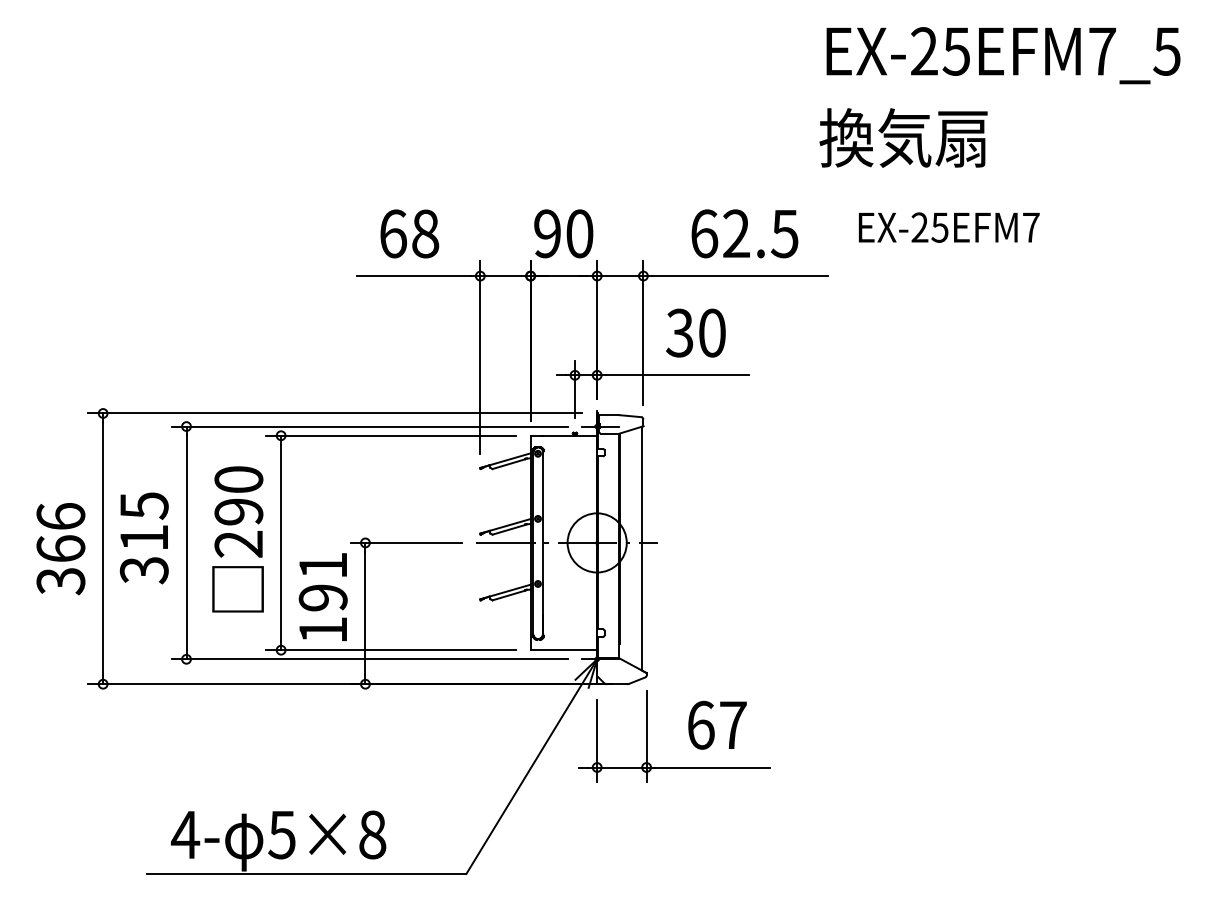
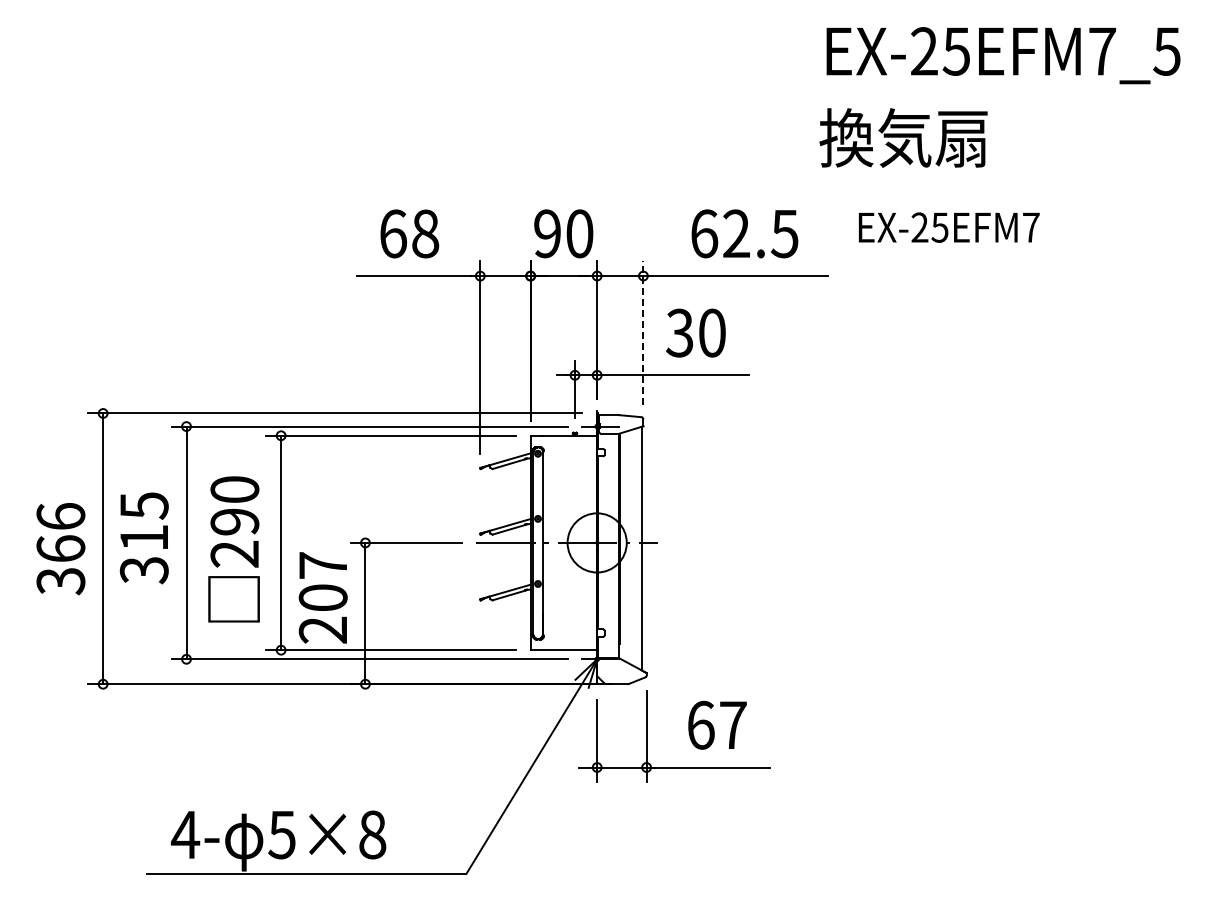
line at (643, 332): solid -> dashed
text at (237, 539) position: (237, 539) -> (233, 549)
text at (322, 597): 191 -> 207
